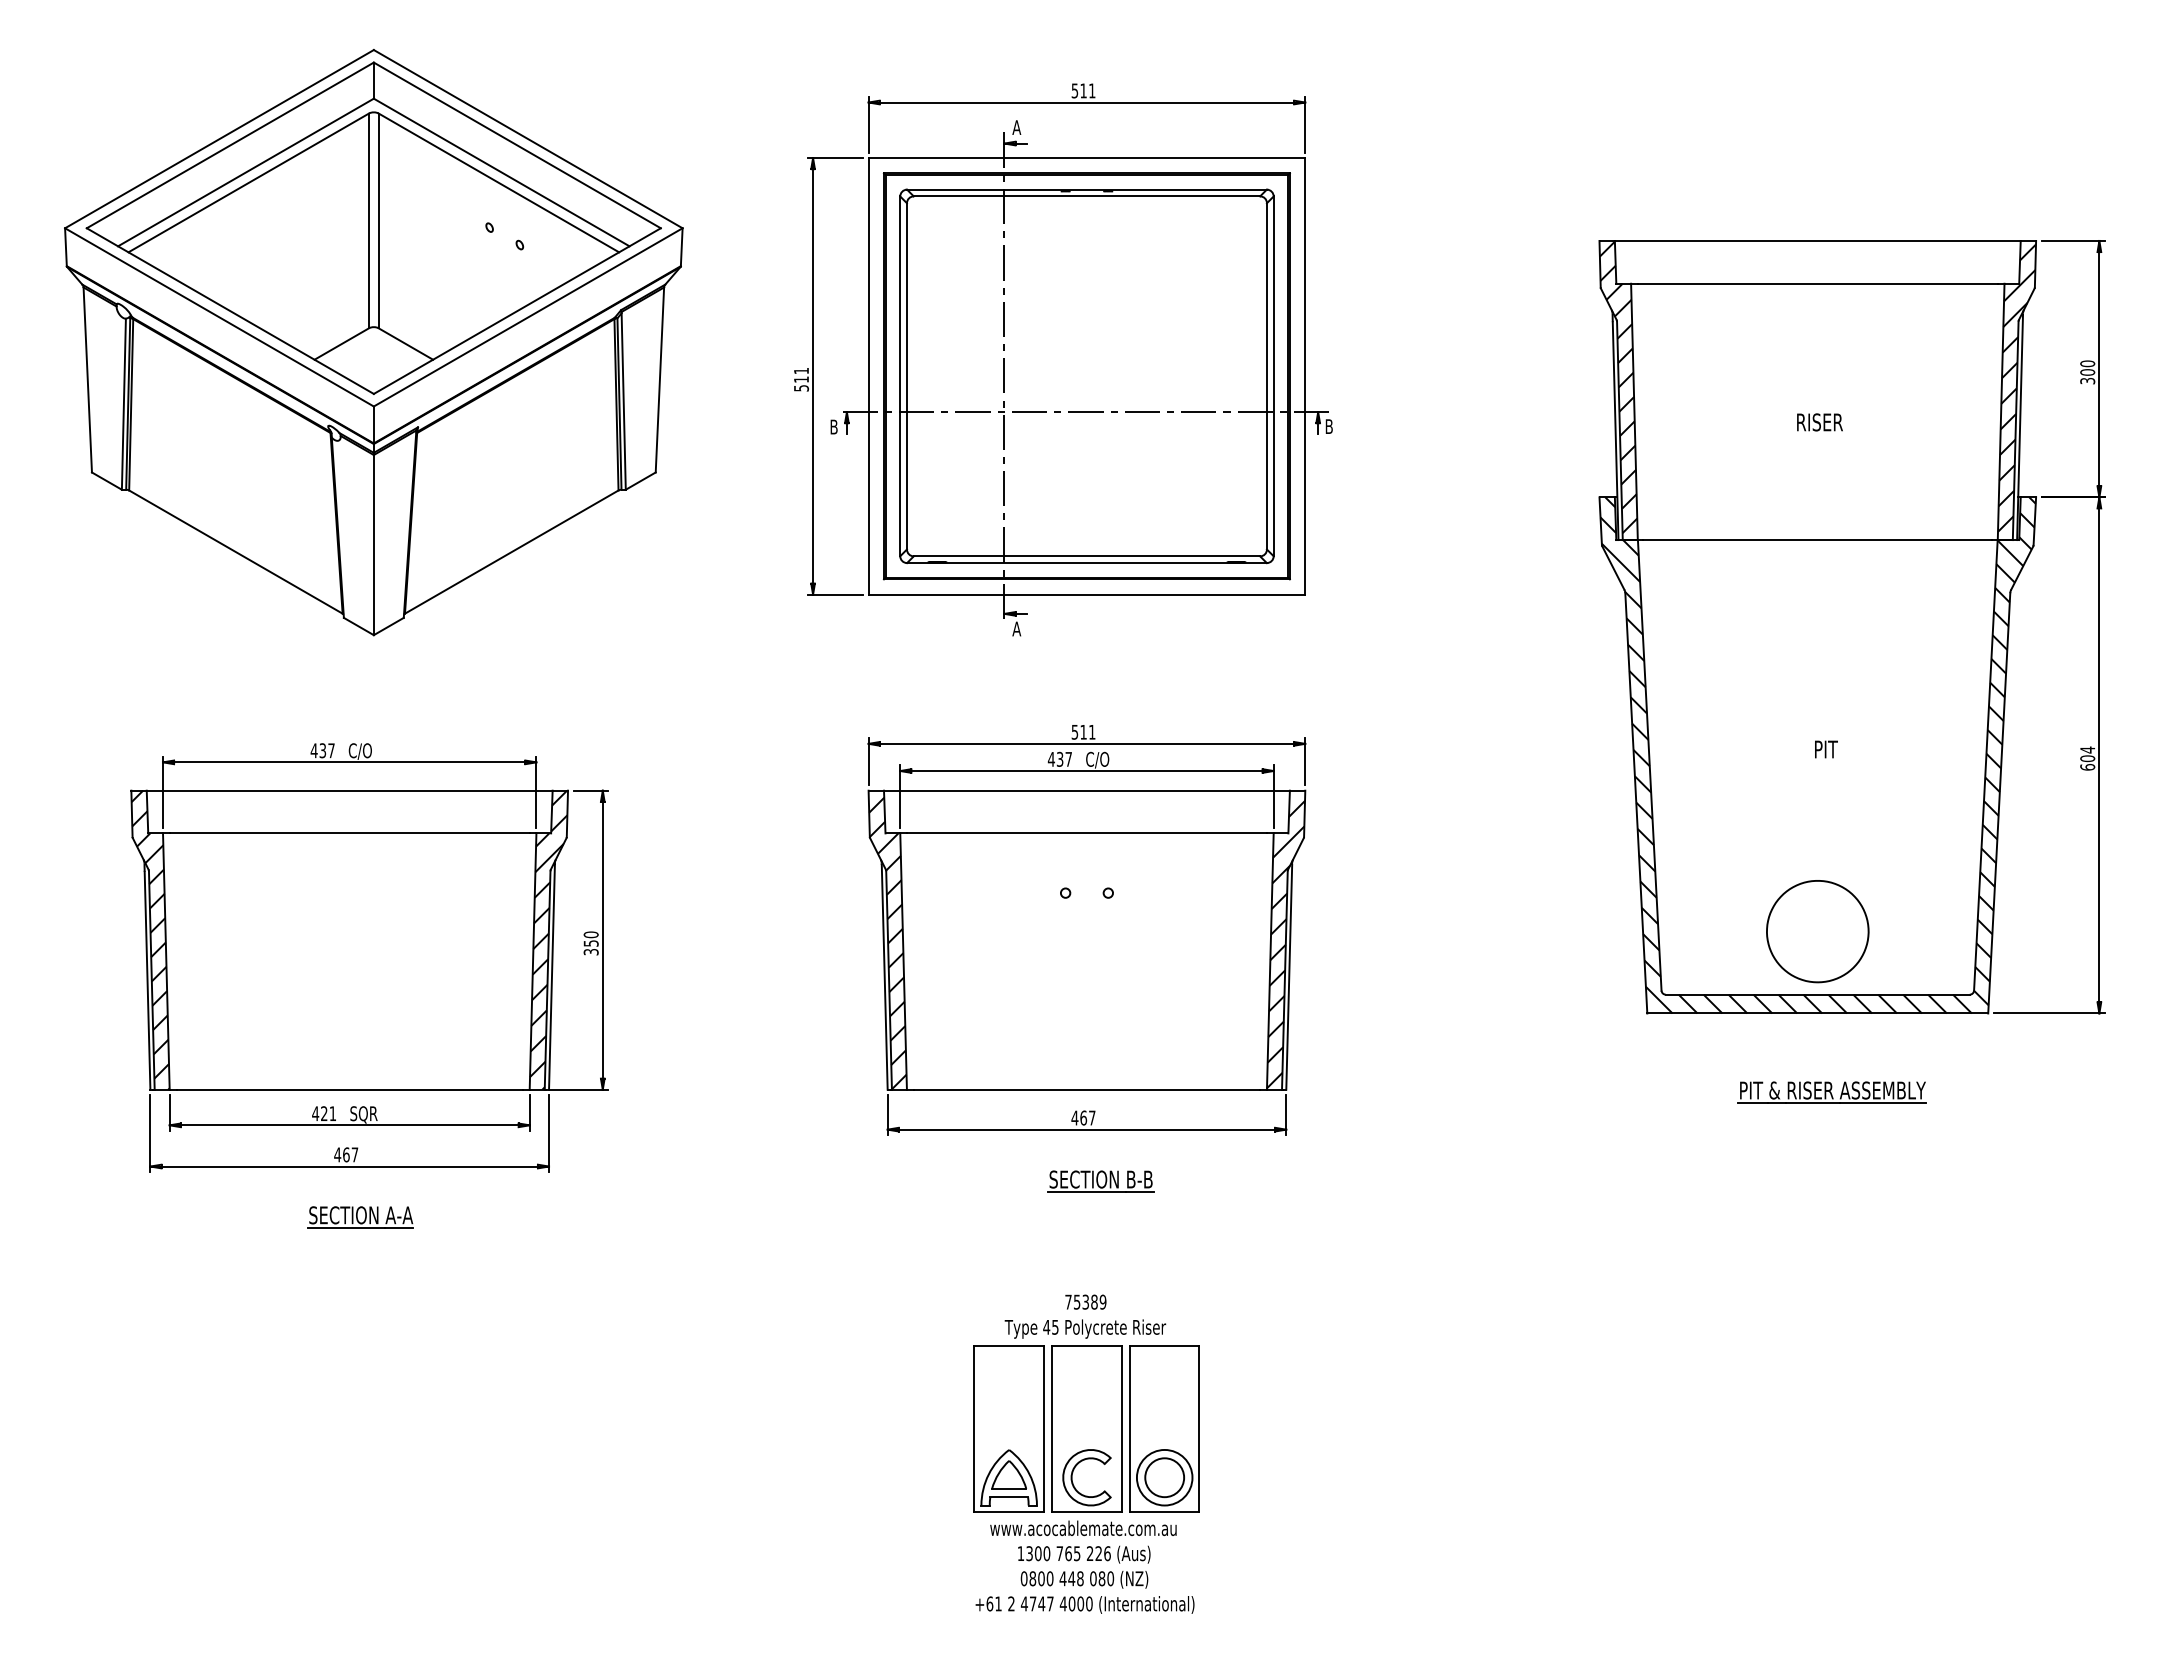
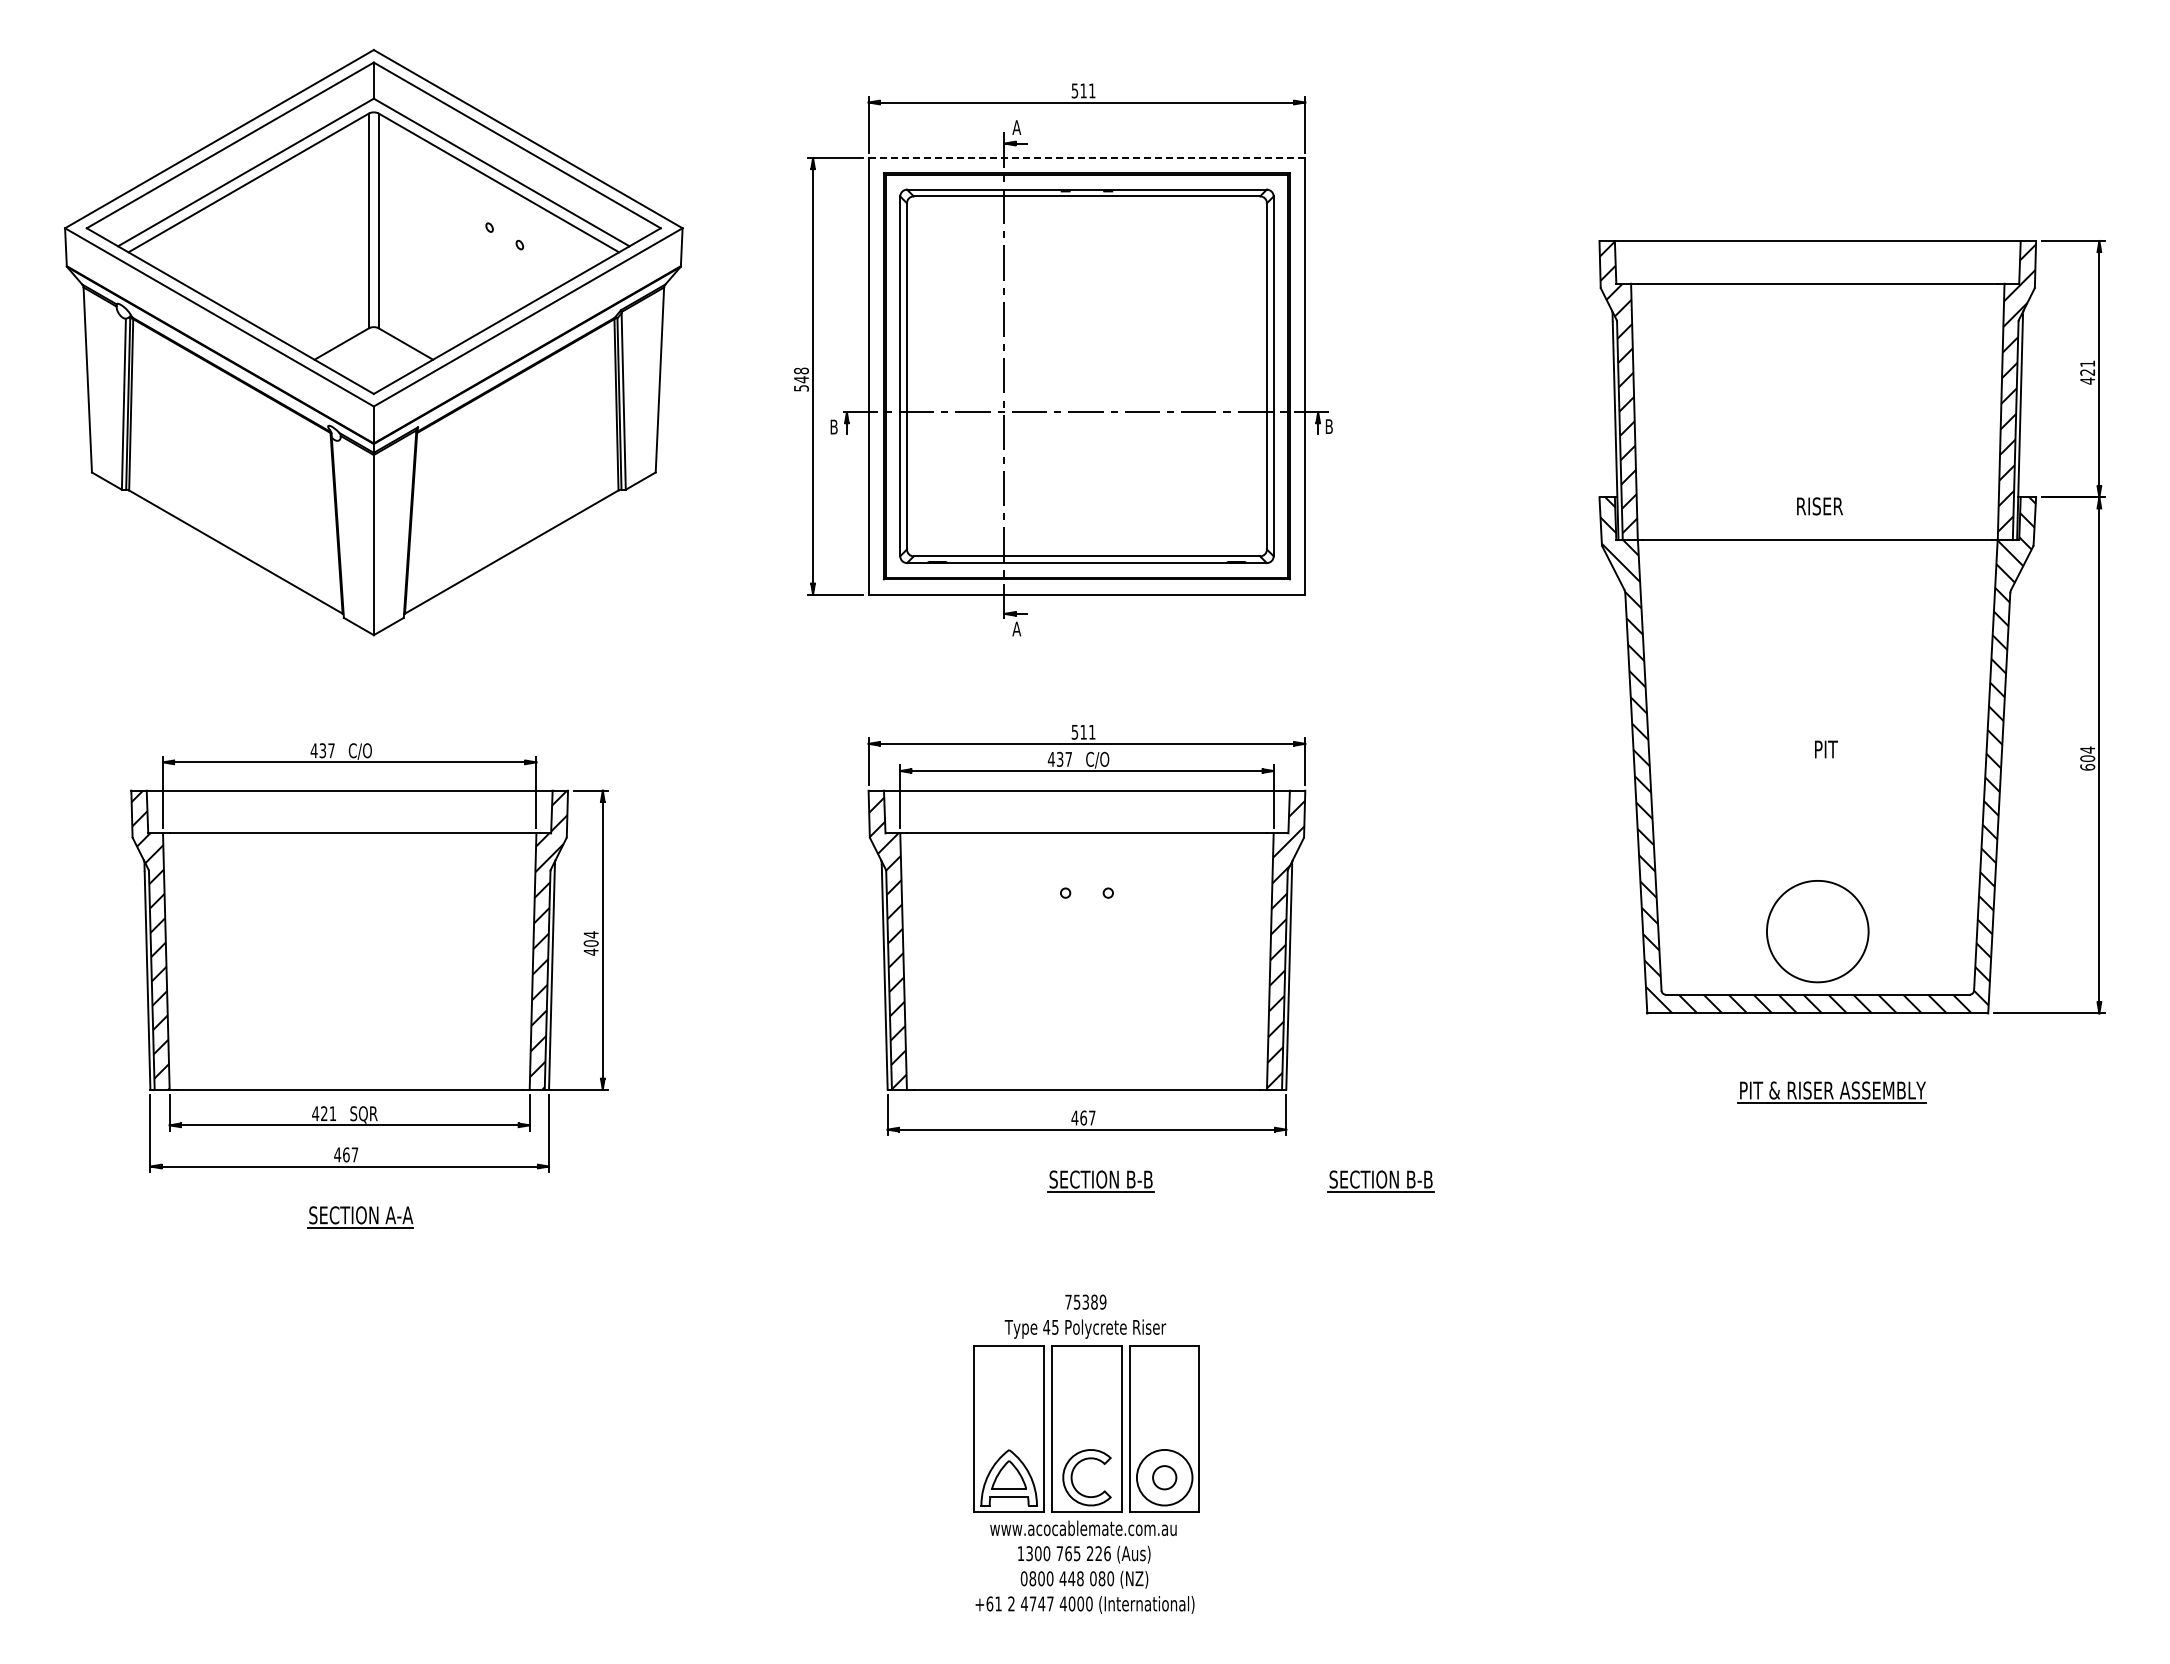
line at (1087, 158): solid -> dashed
text at (2087, 372): 300 -> 421
text at (801, 375): 511 -> 548
text at (1819, 422) position: (1819, 422) -> (1819, 506)
text at (590, 943): 350 -> 404
part at (1380, 1181): none -> present
circle at (1164, 1477) diameter: 39 px -> 23 px
